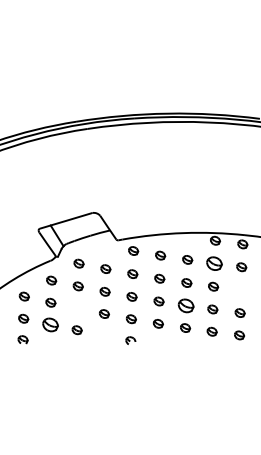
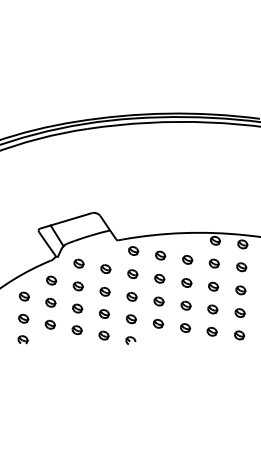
part at (214, 263) size: 17x15 px -> 12x11 px
part at (240, 290): none -> present
part at (185, 305) size: 18x16 px -> 12x11 px
part at (77, 308): none -> present
part at (50, 324) size: 17x16 px -> 12x11 px
part at (103, 335): none -> present
